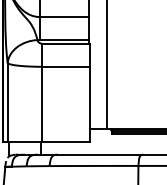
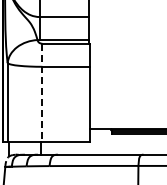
line at (106, 65): present -> none
line at (42, 92): solid -> dashed
